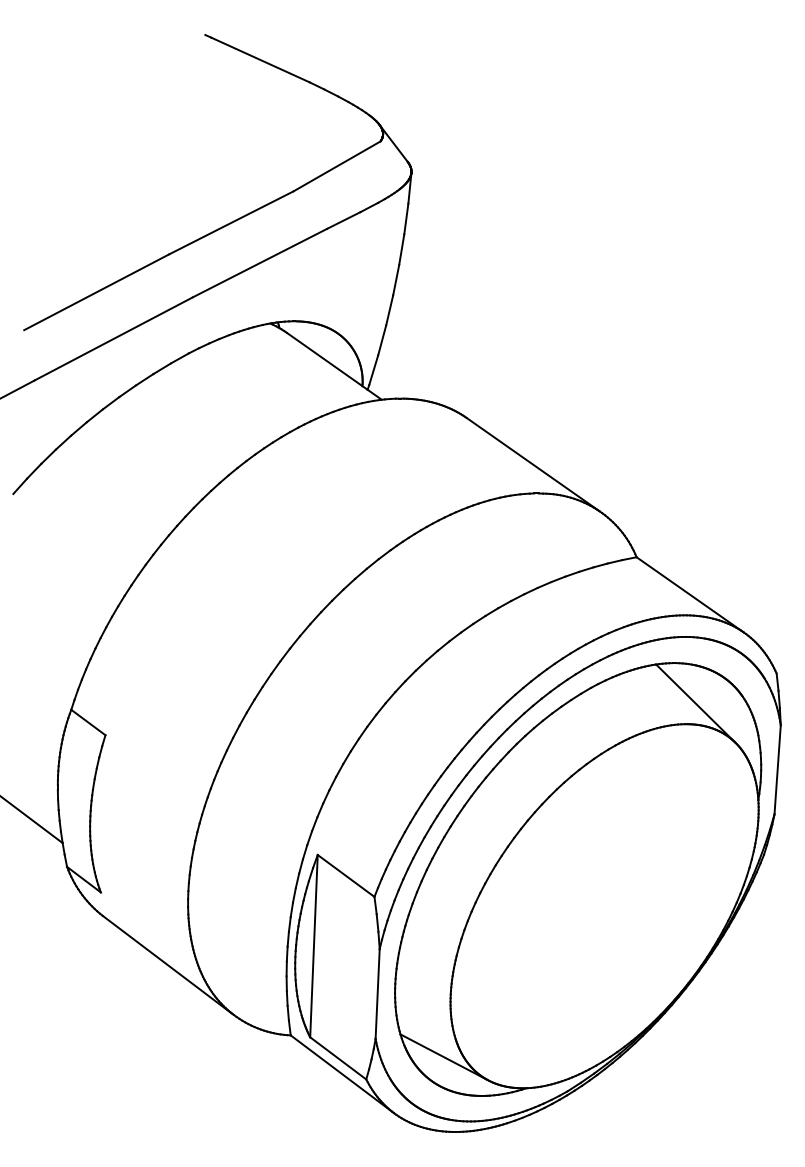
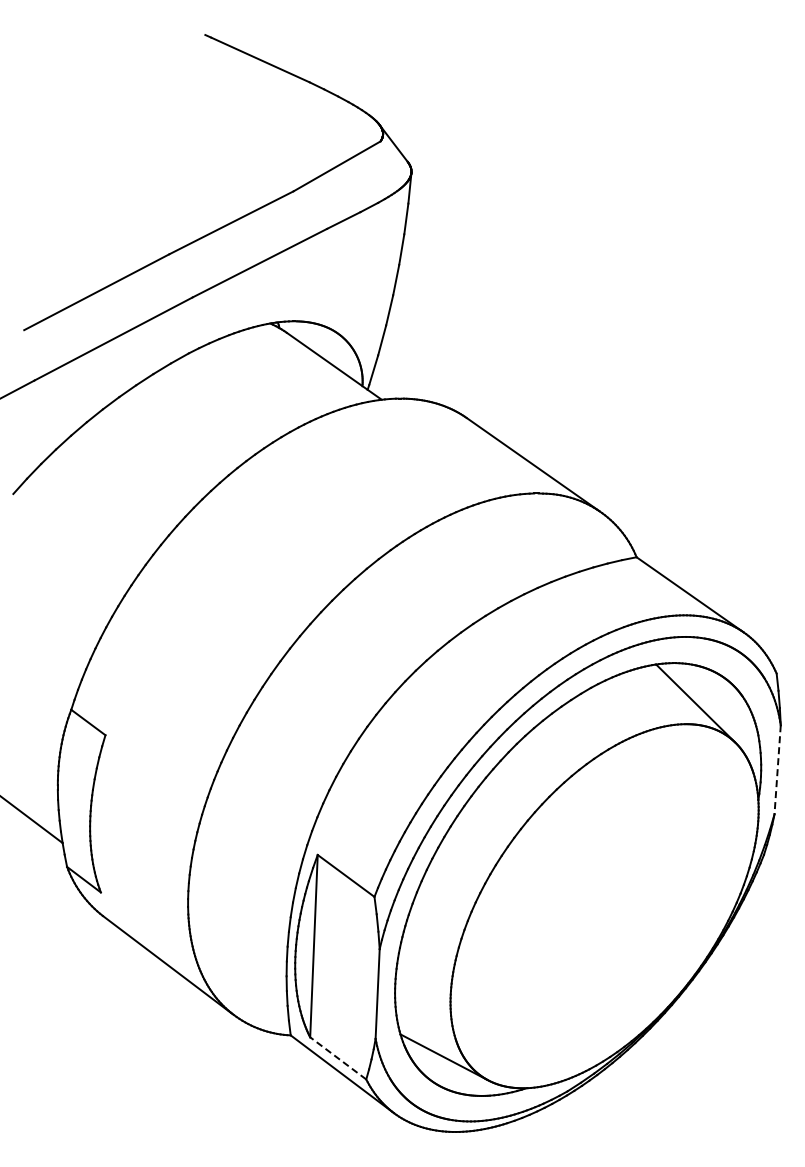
line at (777, 769): solid -> dashed
line at (337, 1058): solid -> dashed
